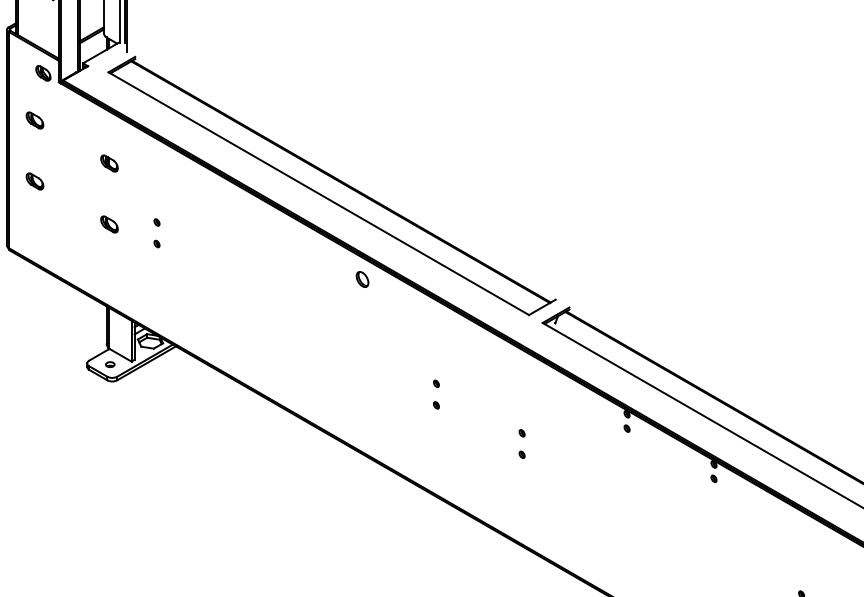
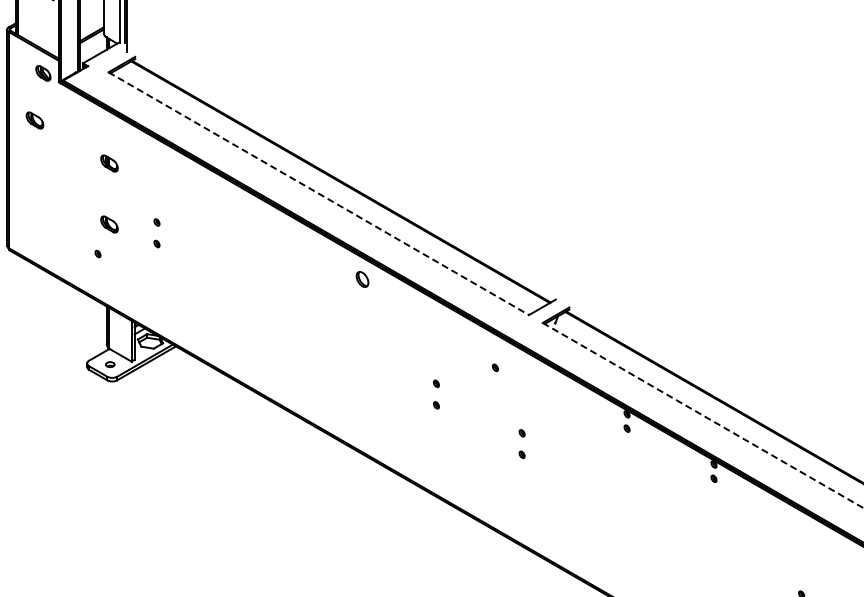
part at (34, 181): present -> none
line at (318, 193): solid -> dashed
part at (97, 253): none -> present
part at (495, 367): none -> present
line at (703, 415): solid -> dashed
